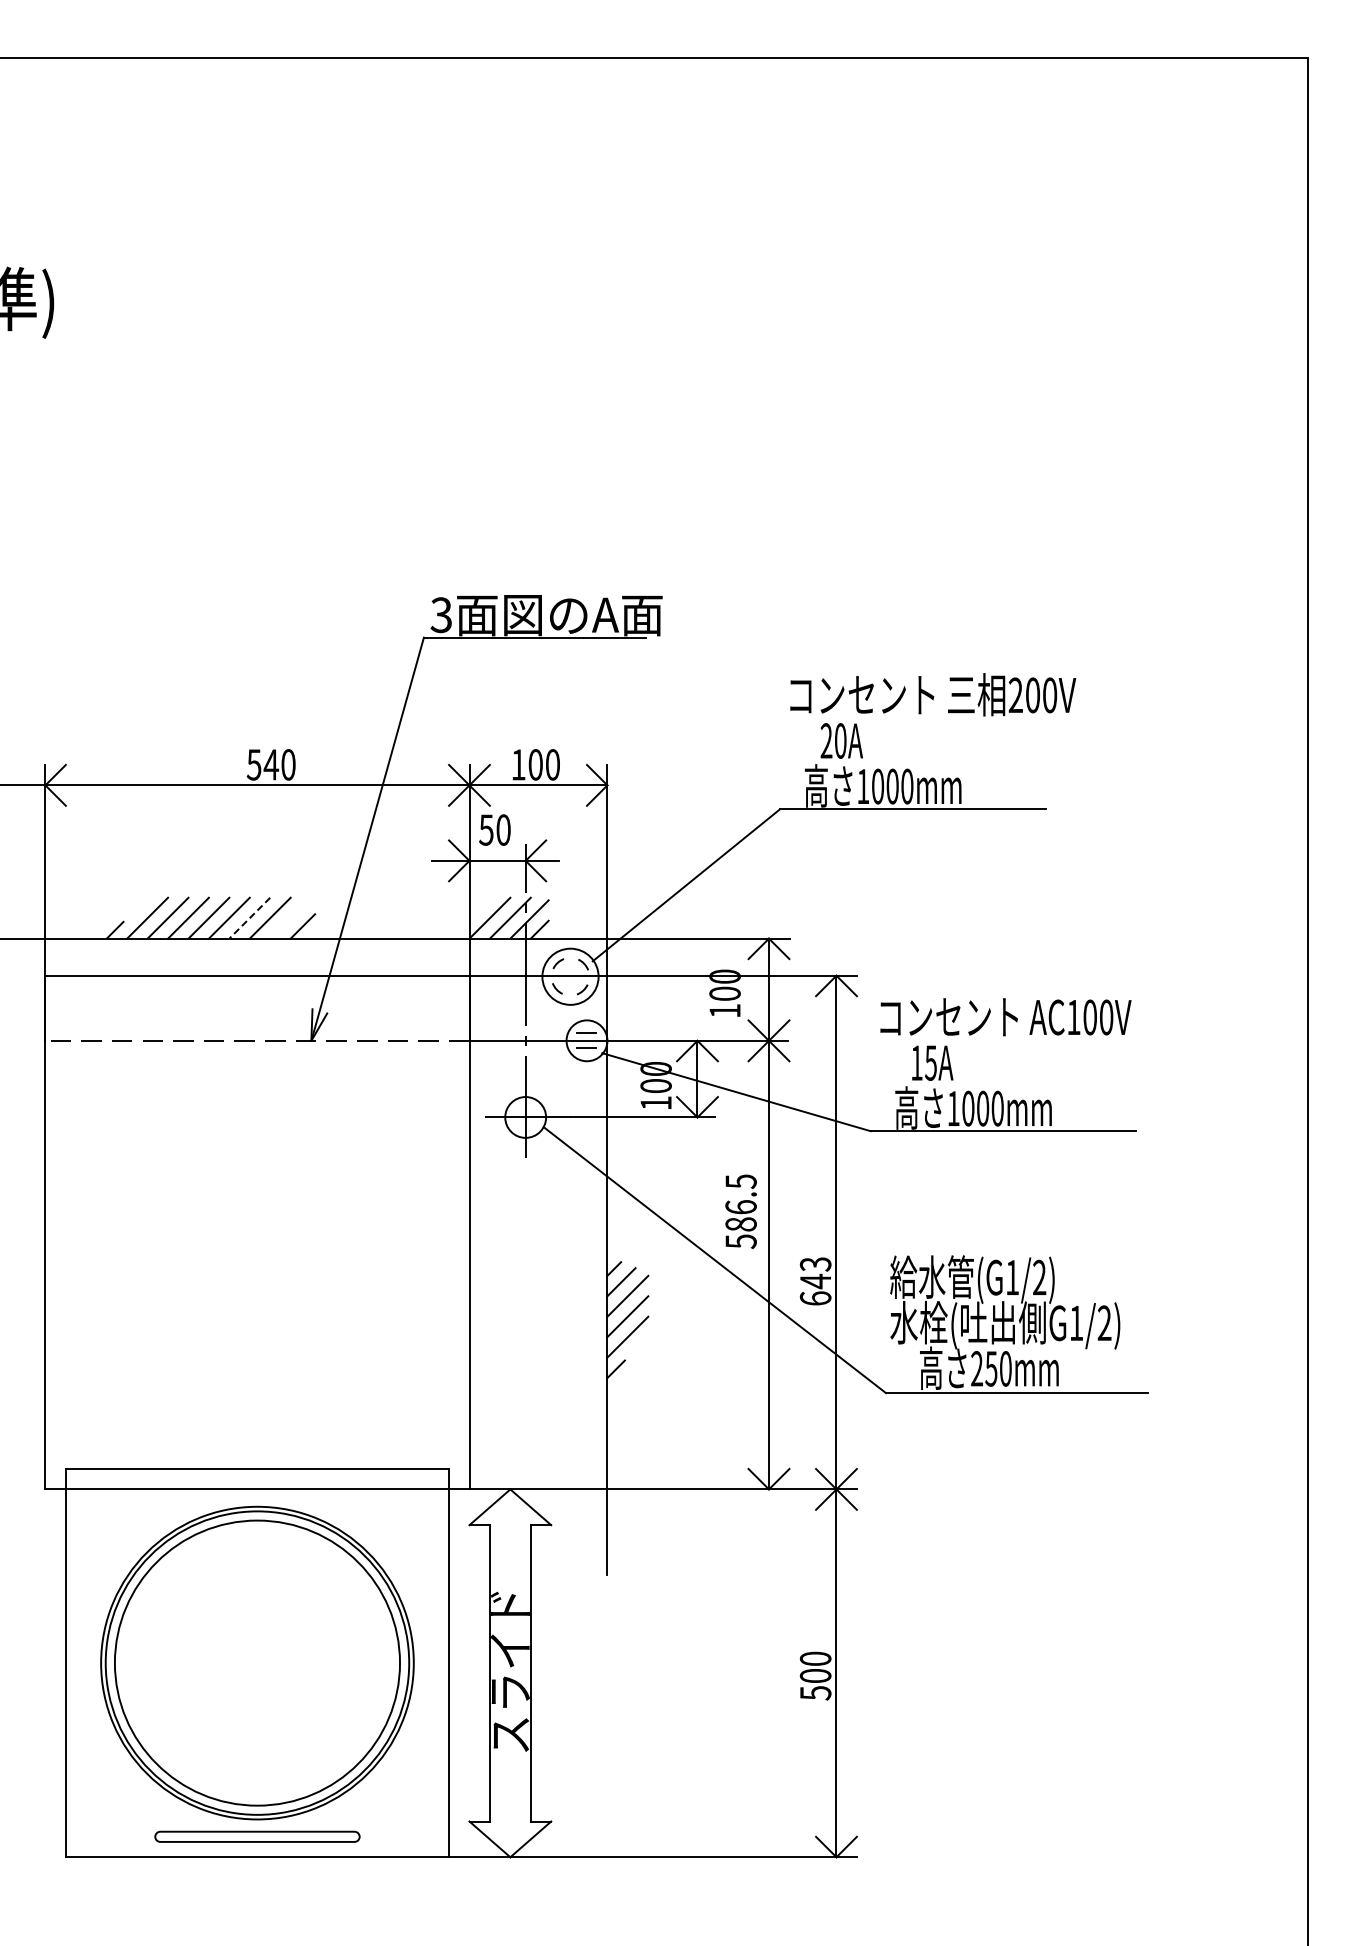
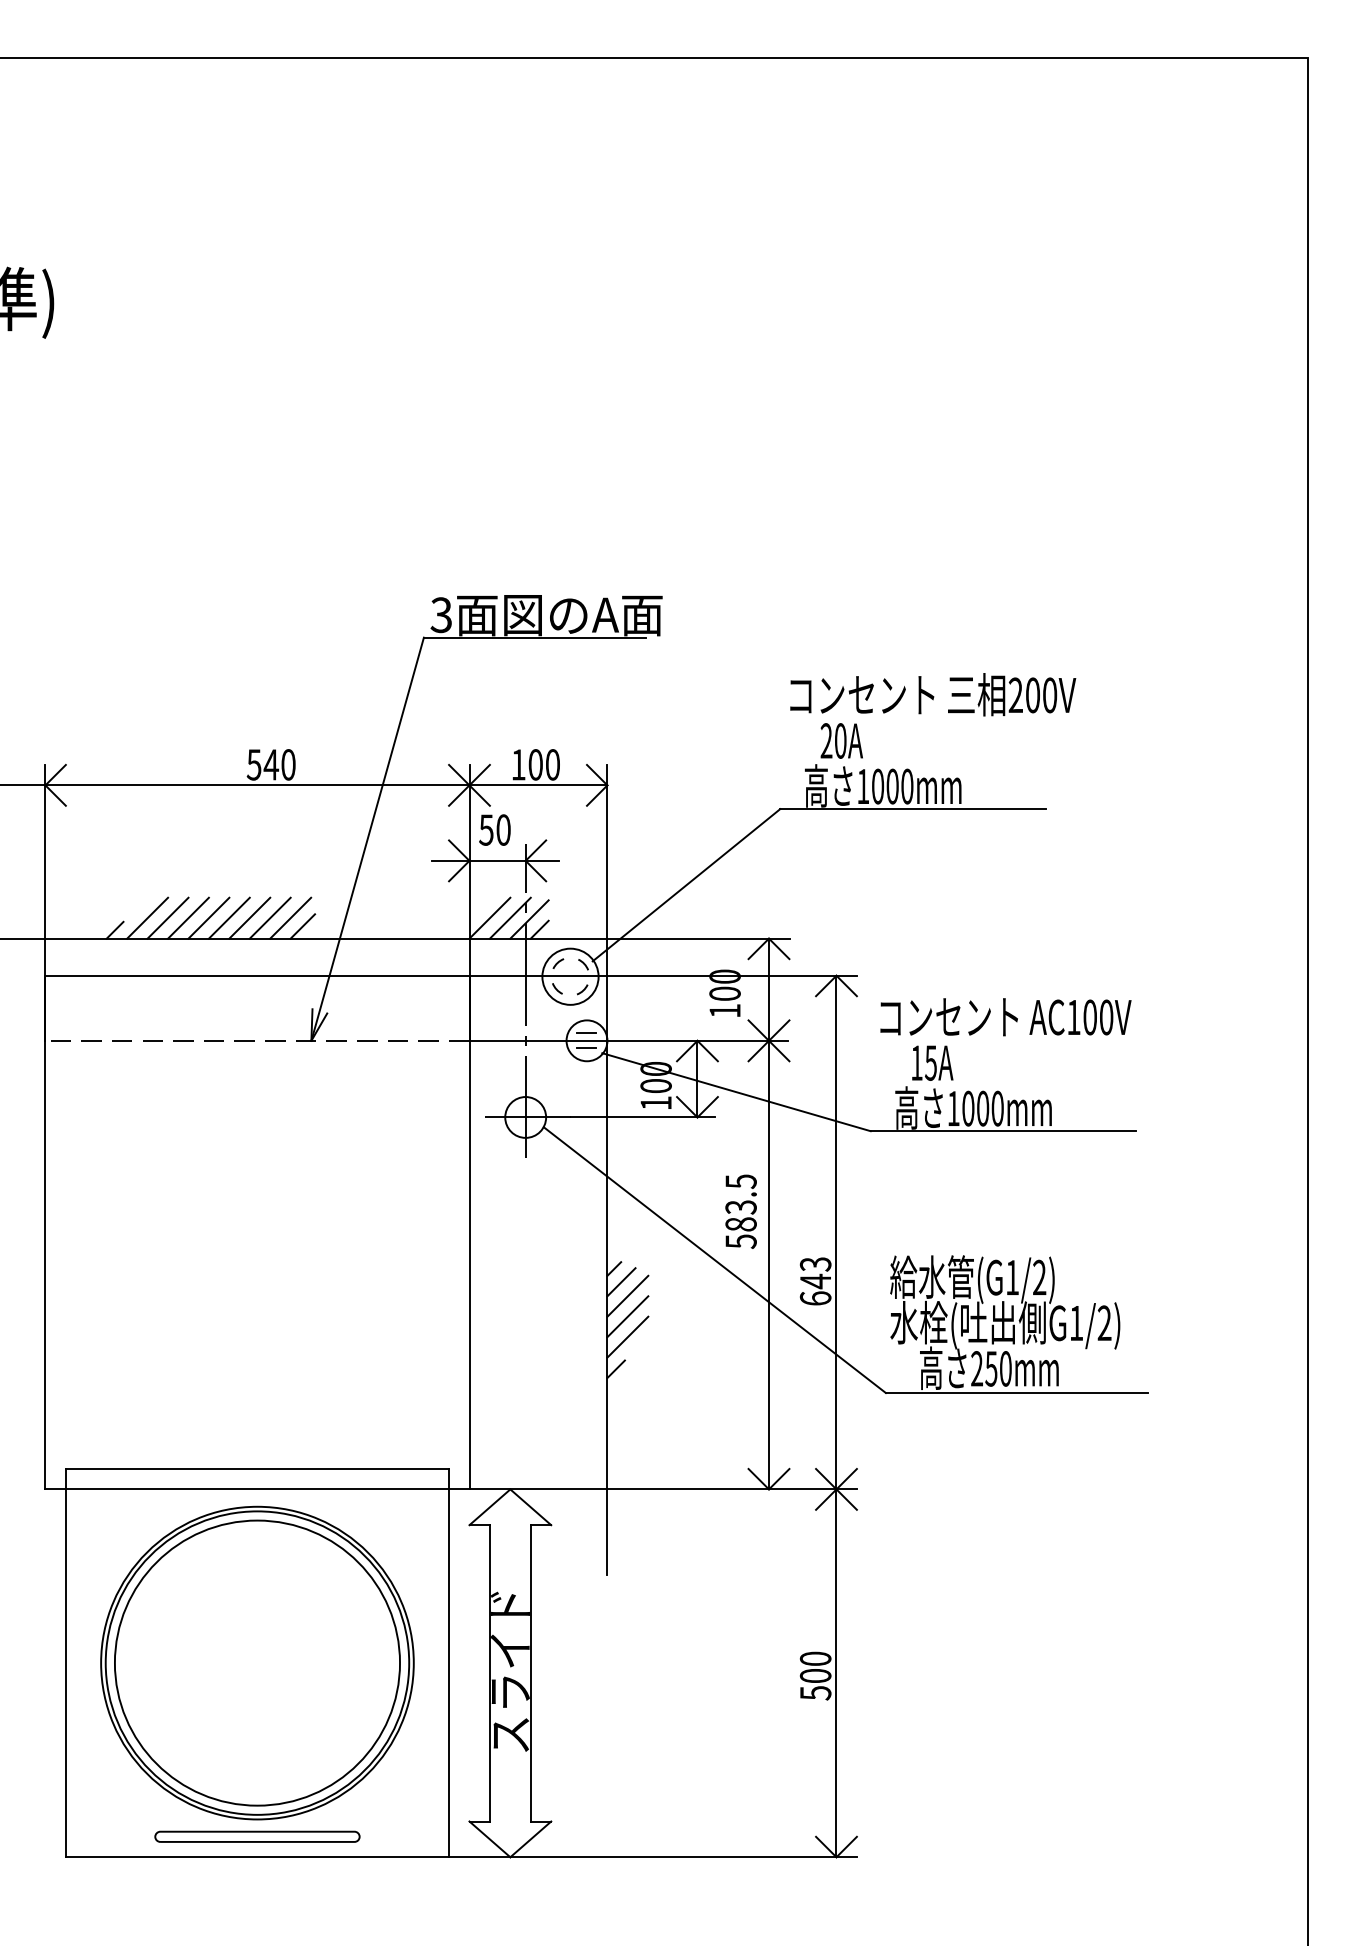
line at (290, 917): none -> present
line at (249, 918): dashed -> solid
text at (740, 1207): 586.5 -> 583.5
